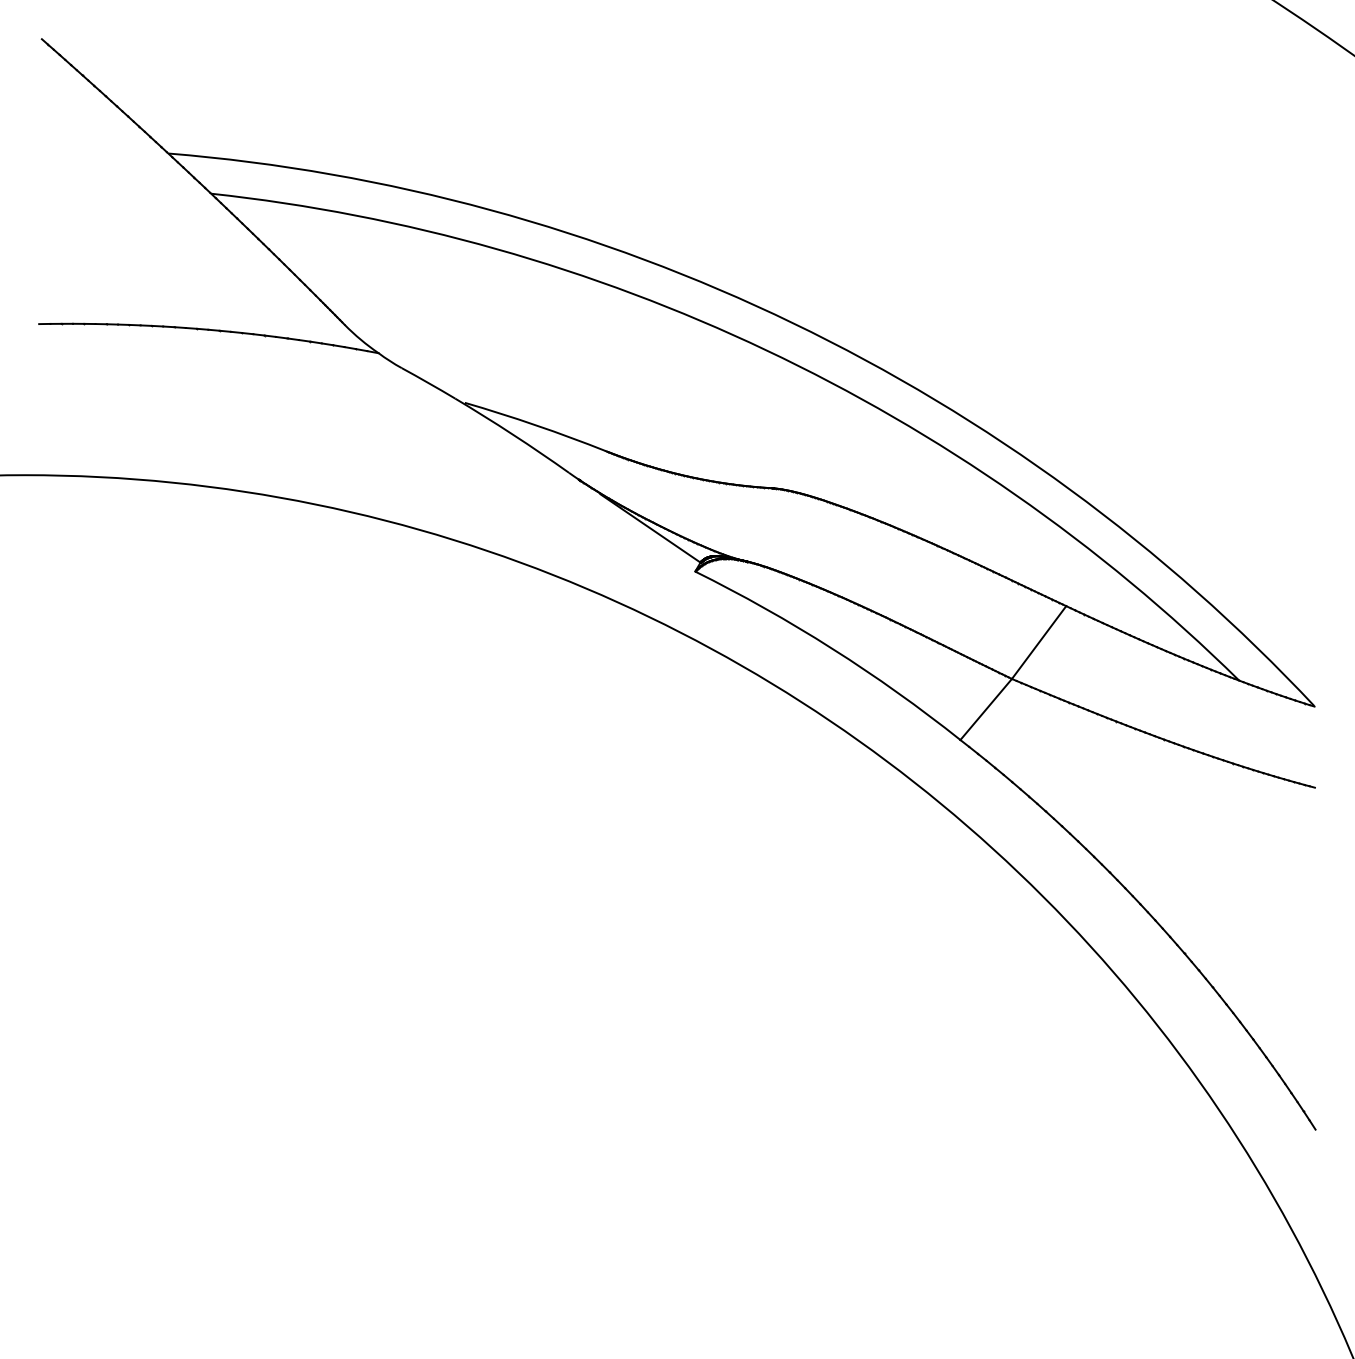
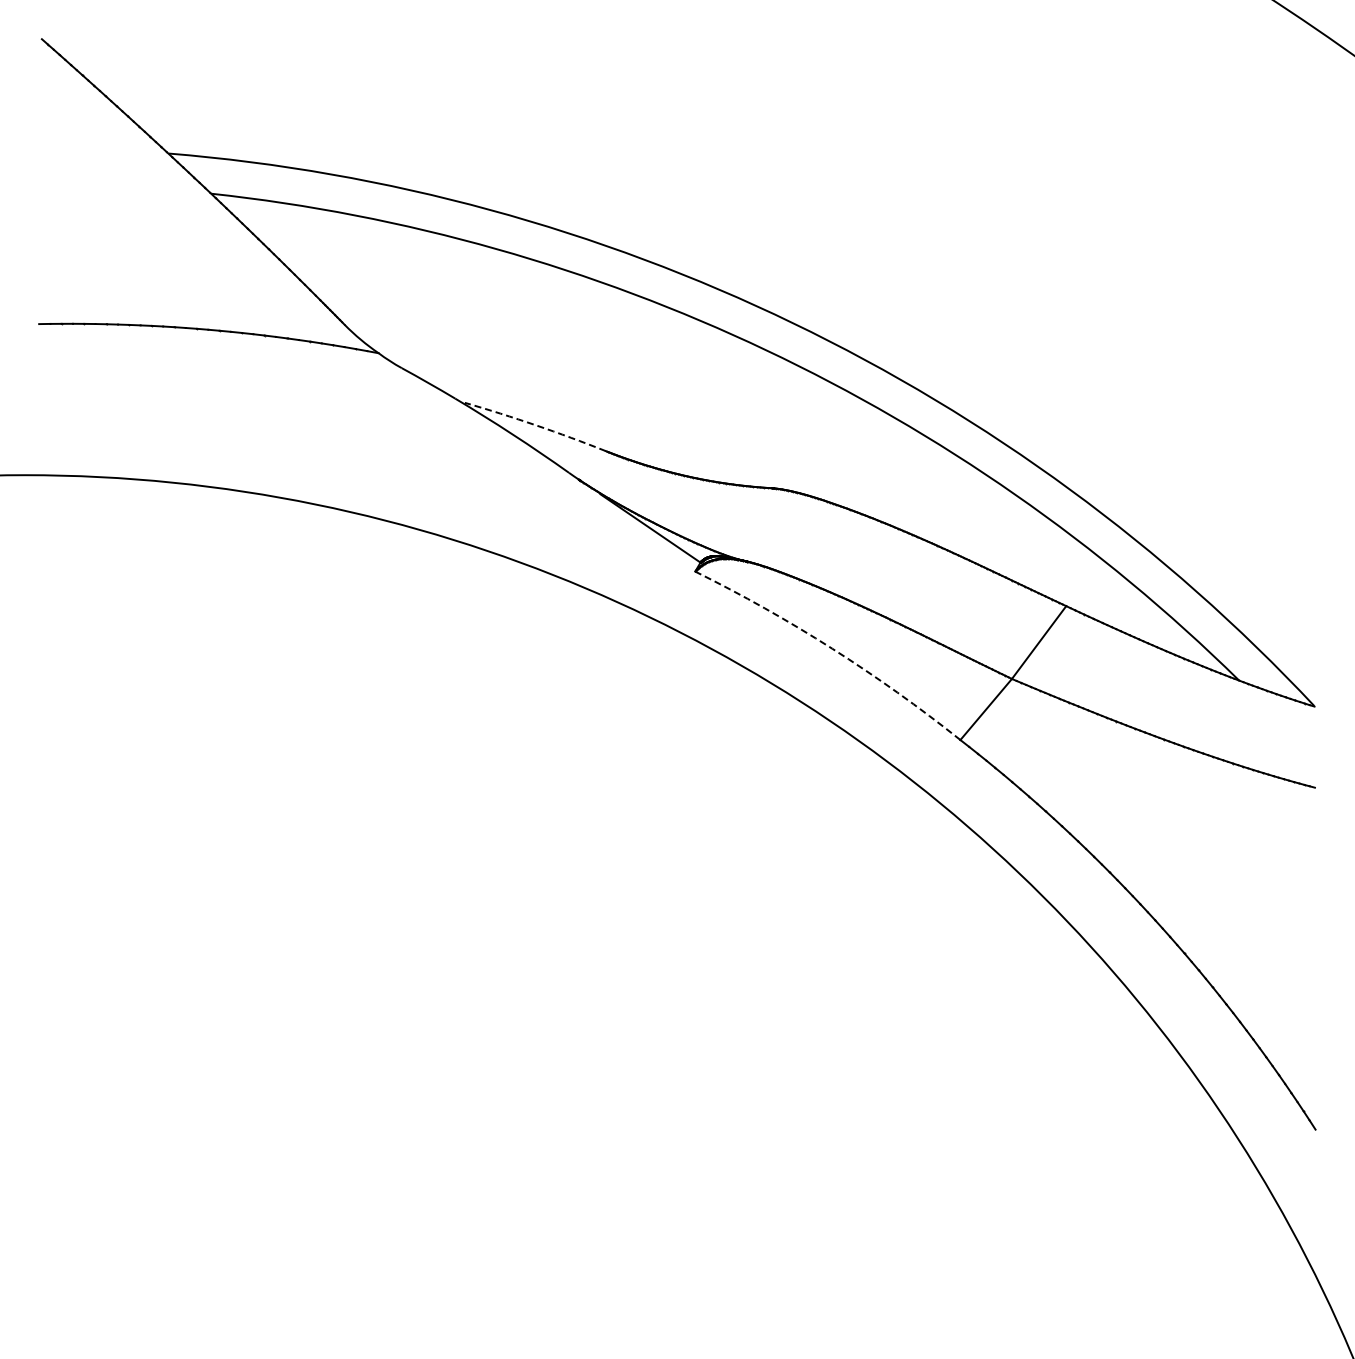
arc at (535, 425): solid -> dashed
arc at (832, 648): solid -> dashed
